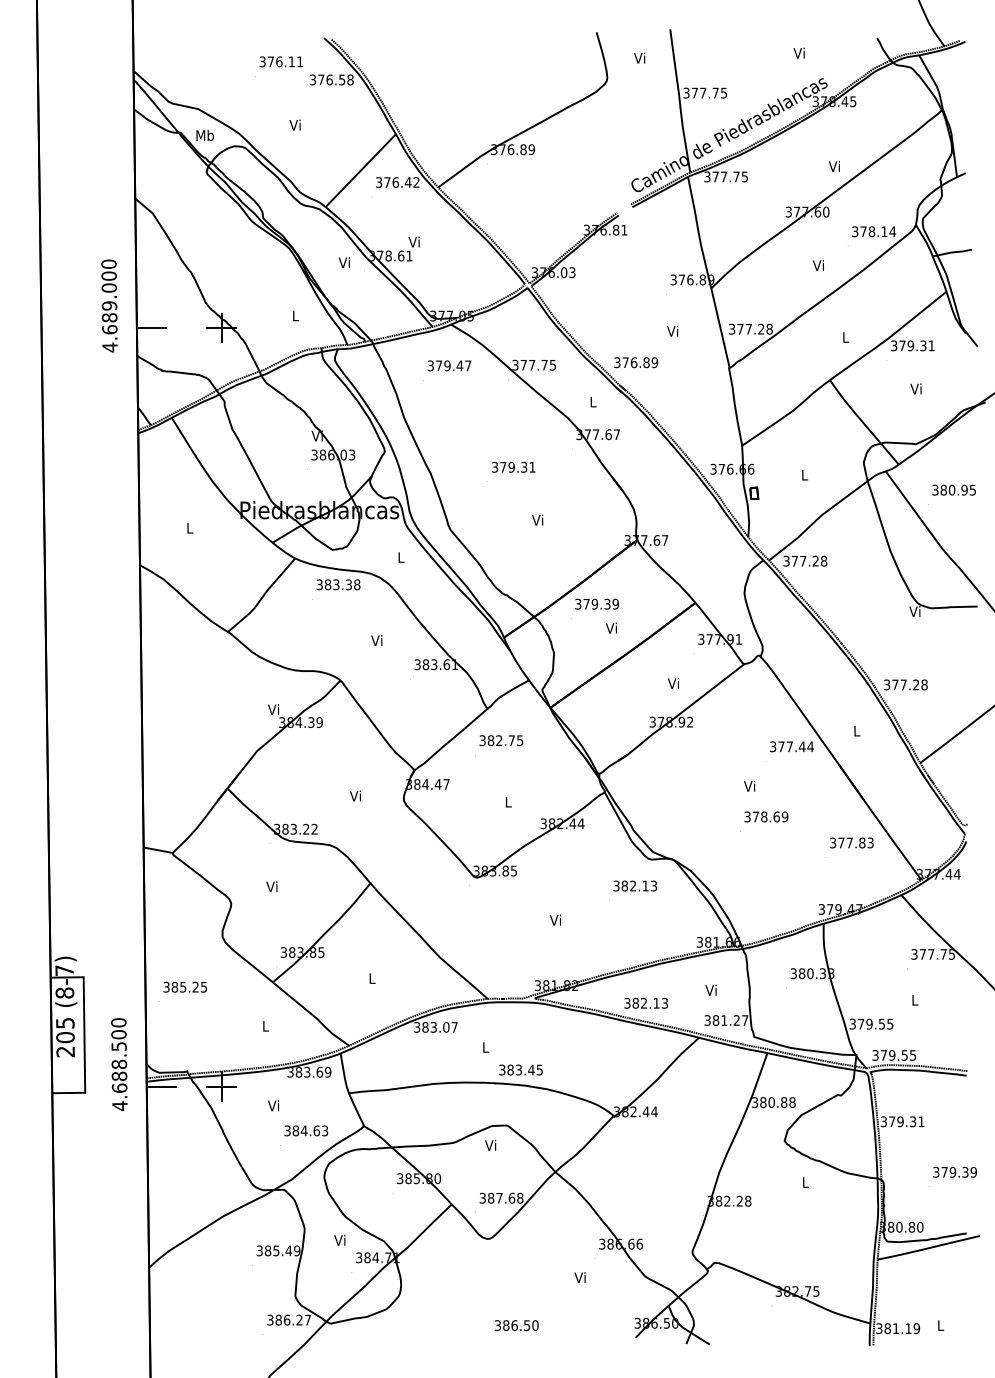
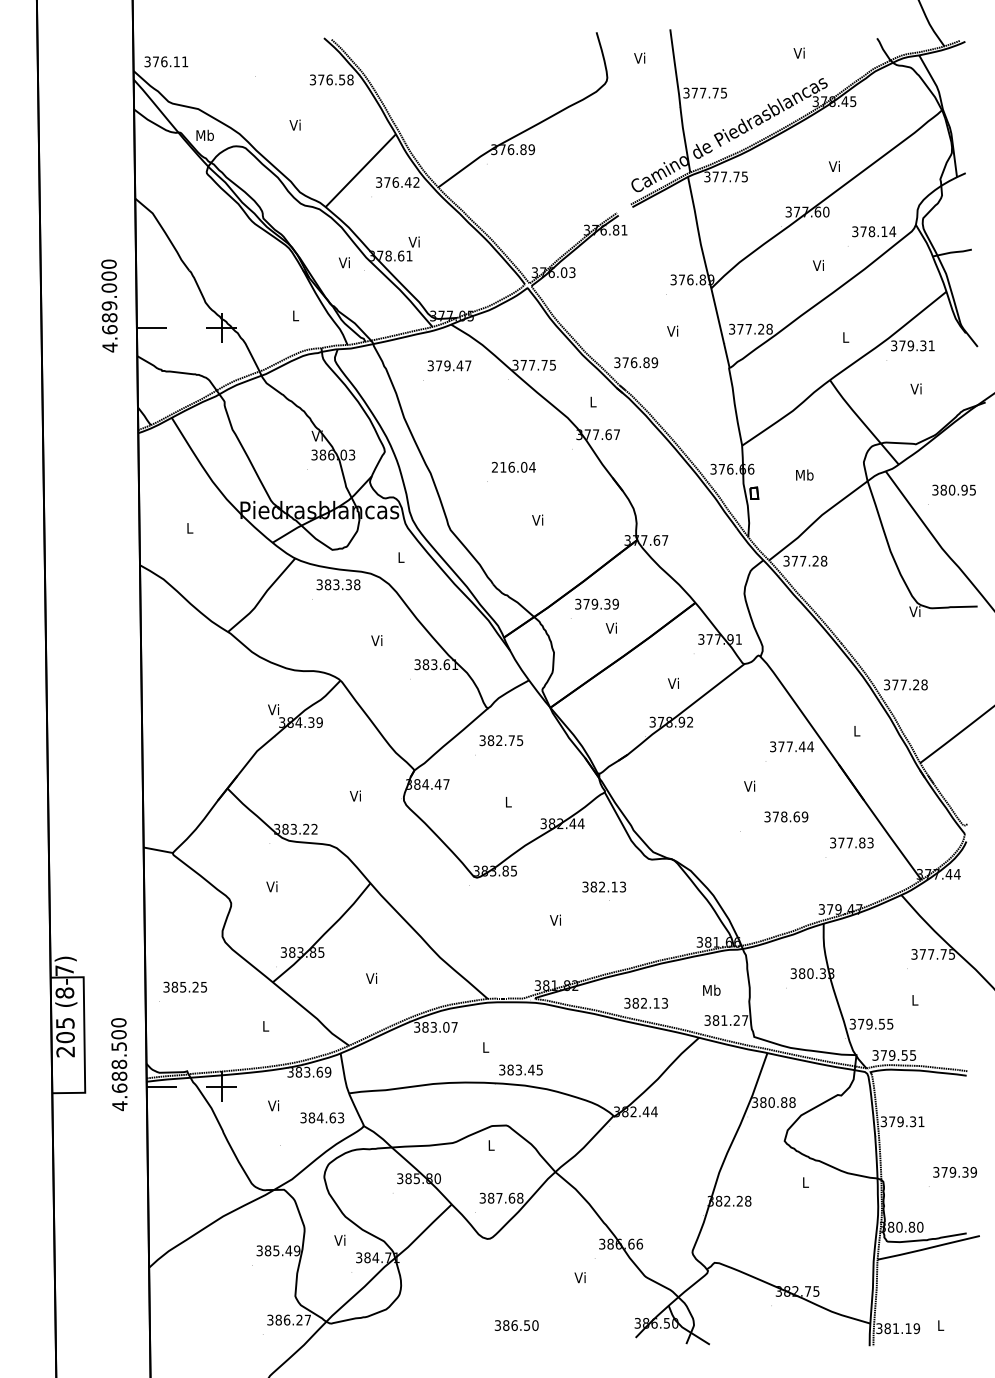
text at (281, 61) position: (281, 61) -> (166, 61)
text at (513, 466): 379.31 -> 216.04
text at (804, 474): L -> Mb
text at (766, 816) position: (766, 816) -> (786, 816)
text at (635, 885) position: (635, 885) -> (604, 886)
text at (371, 977): L -> Vi
text at (711, 989): Vi -> Mb
text at (306, 1130) position: (306, 1130) -> (322, 1117)
text at (490, 1144): Vi -> L
